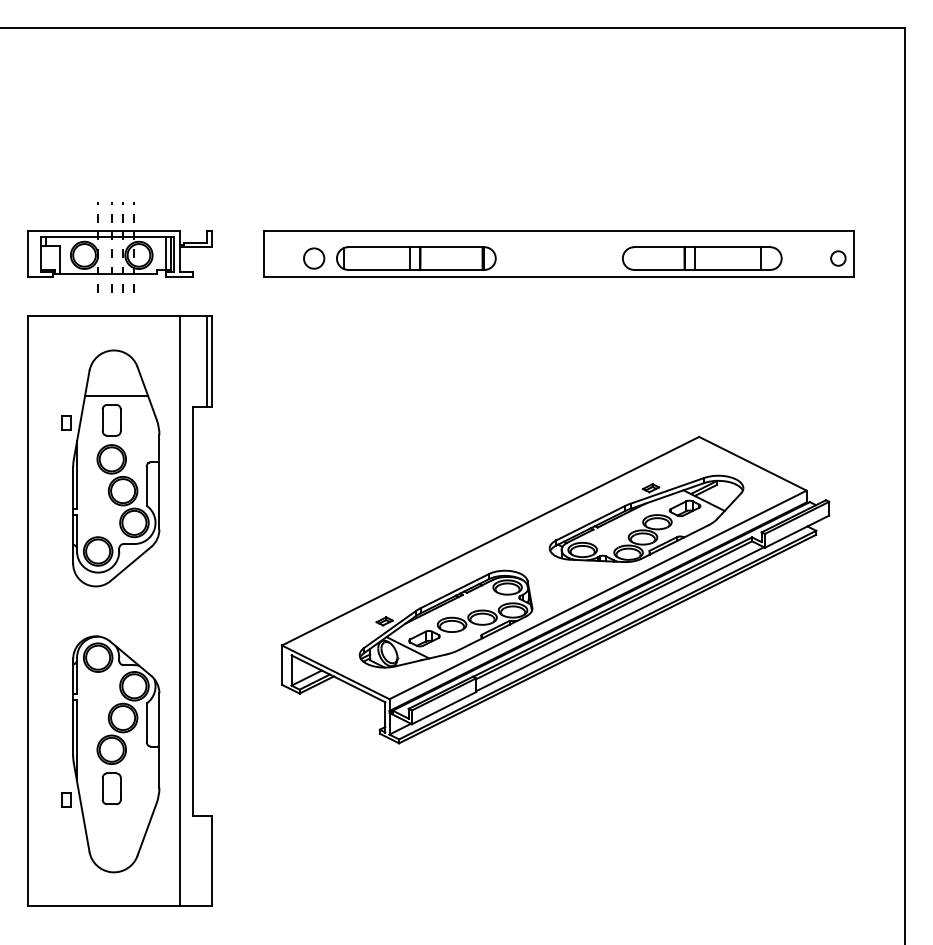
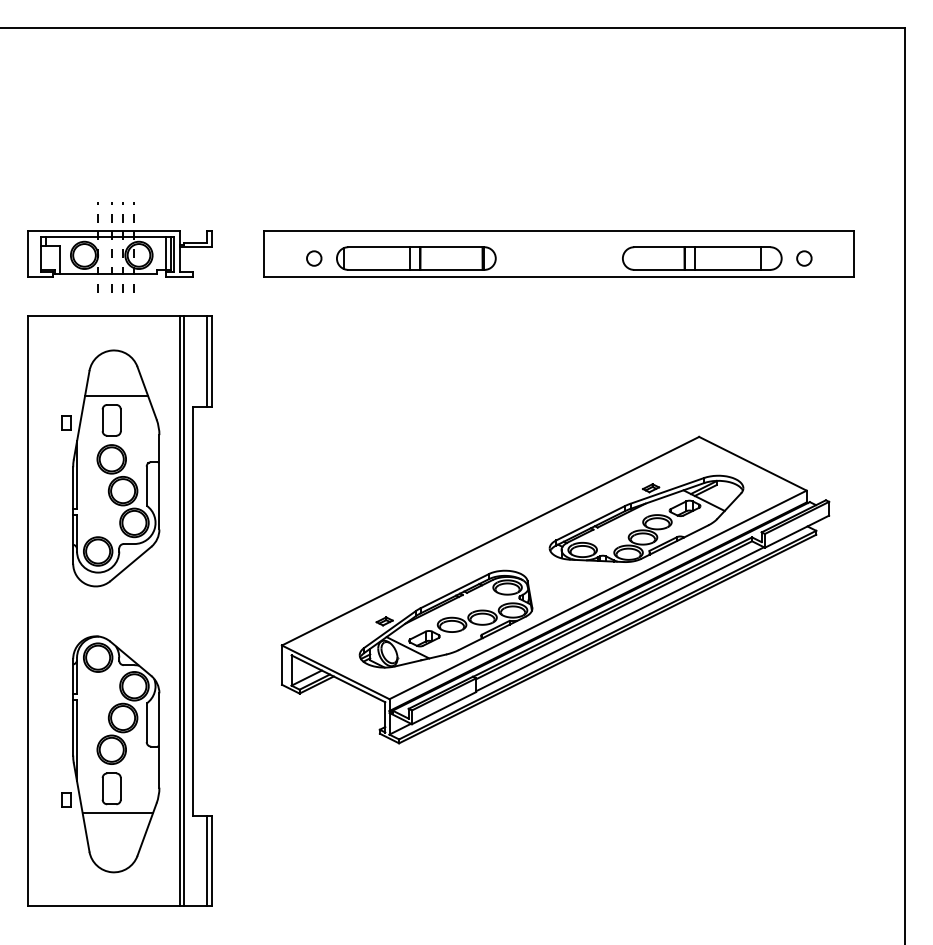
circle at (314, 258) size: 23x23 px -> 17x17 px
circle at (838, 258) position: (838, 258) -> (804, 258)
line at (184, 611): none -> present
line at (117, 813): none -> present
line at (207, 860): none -> present
